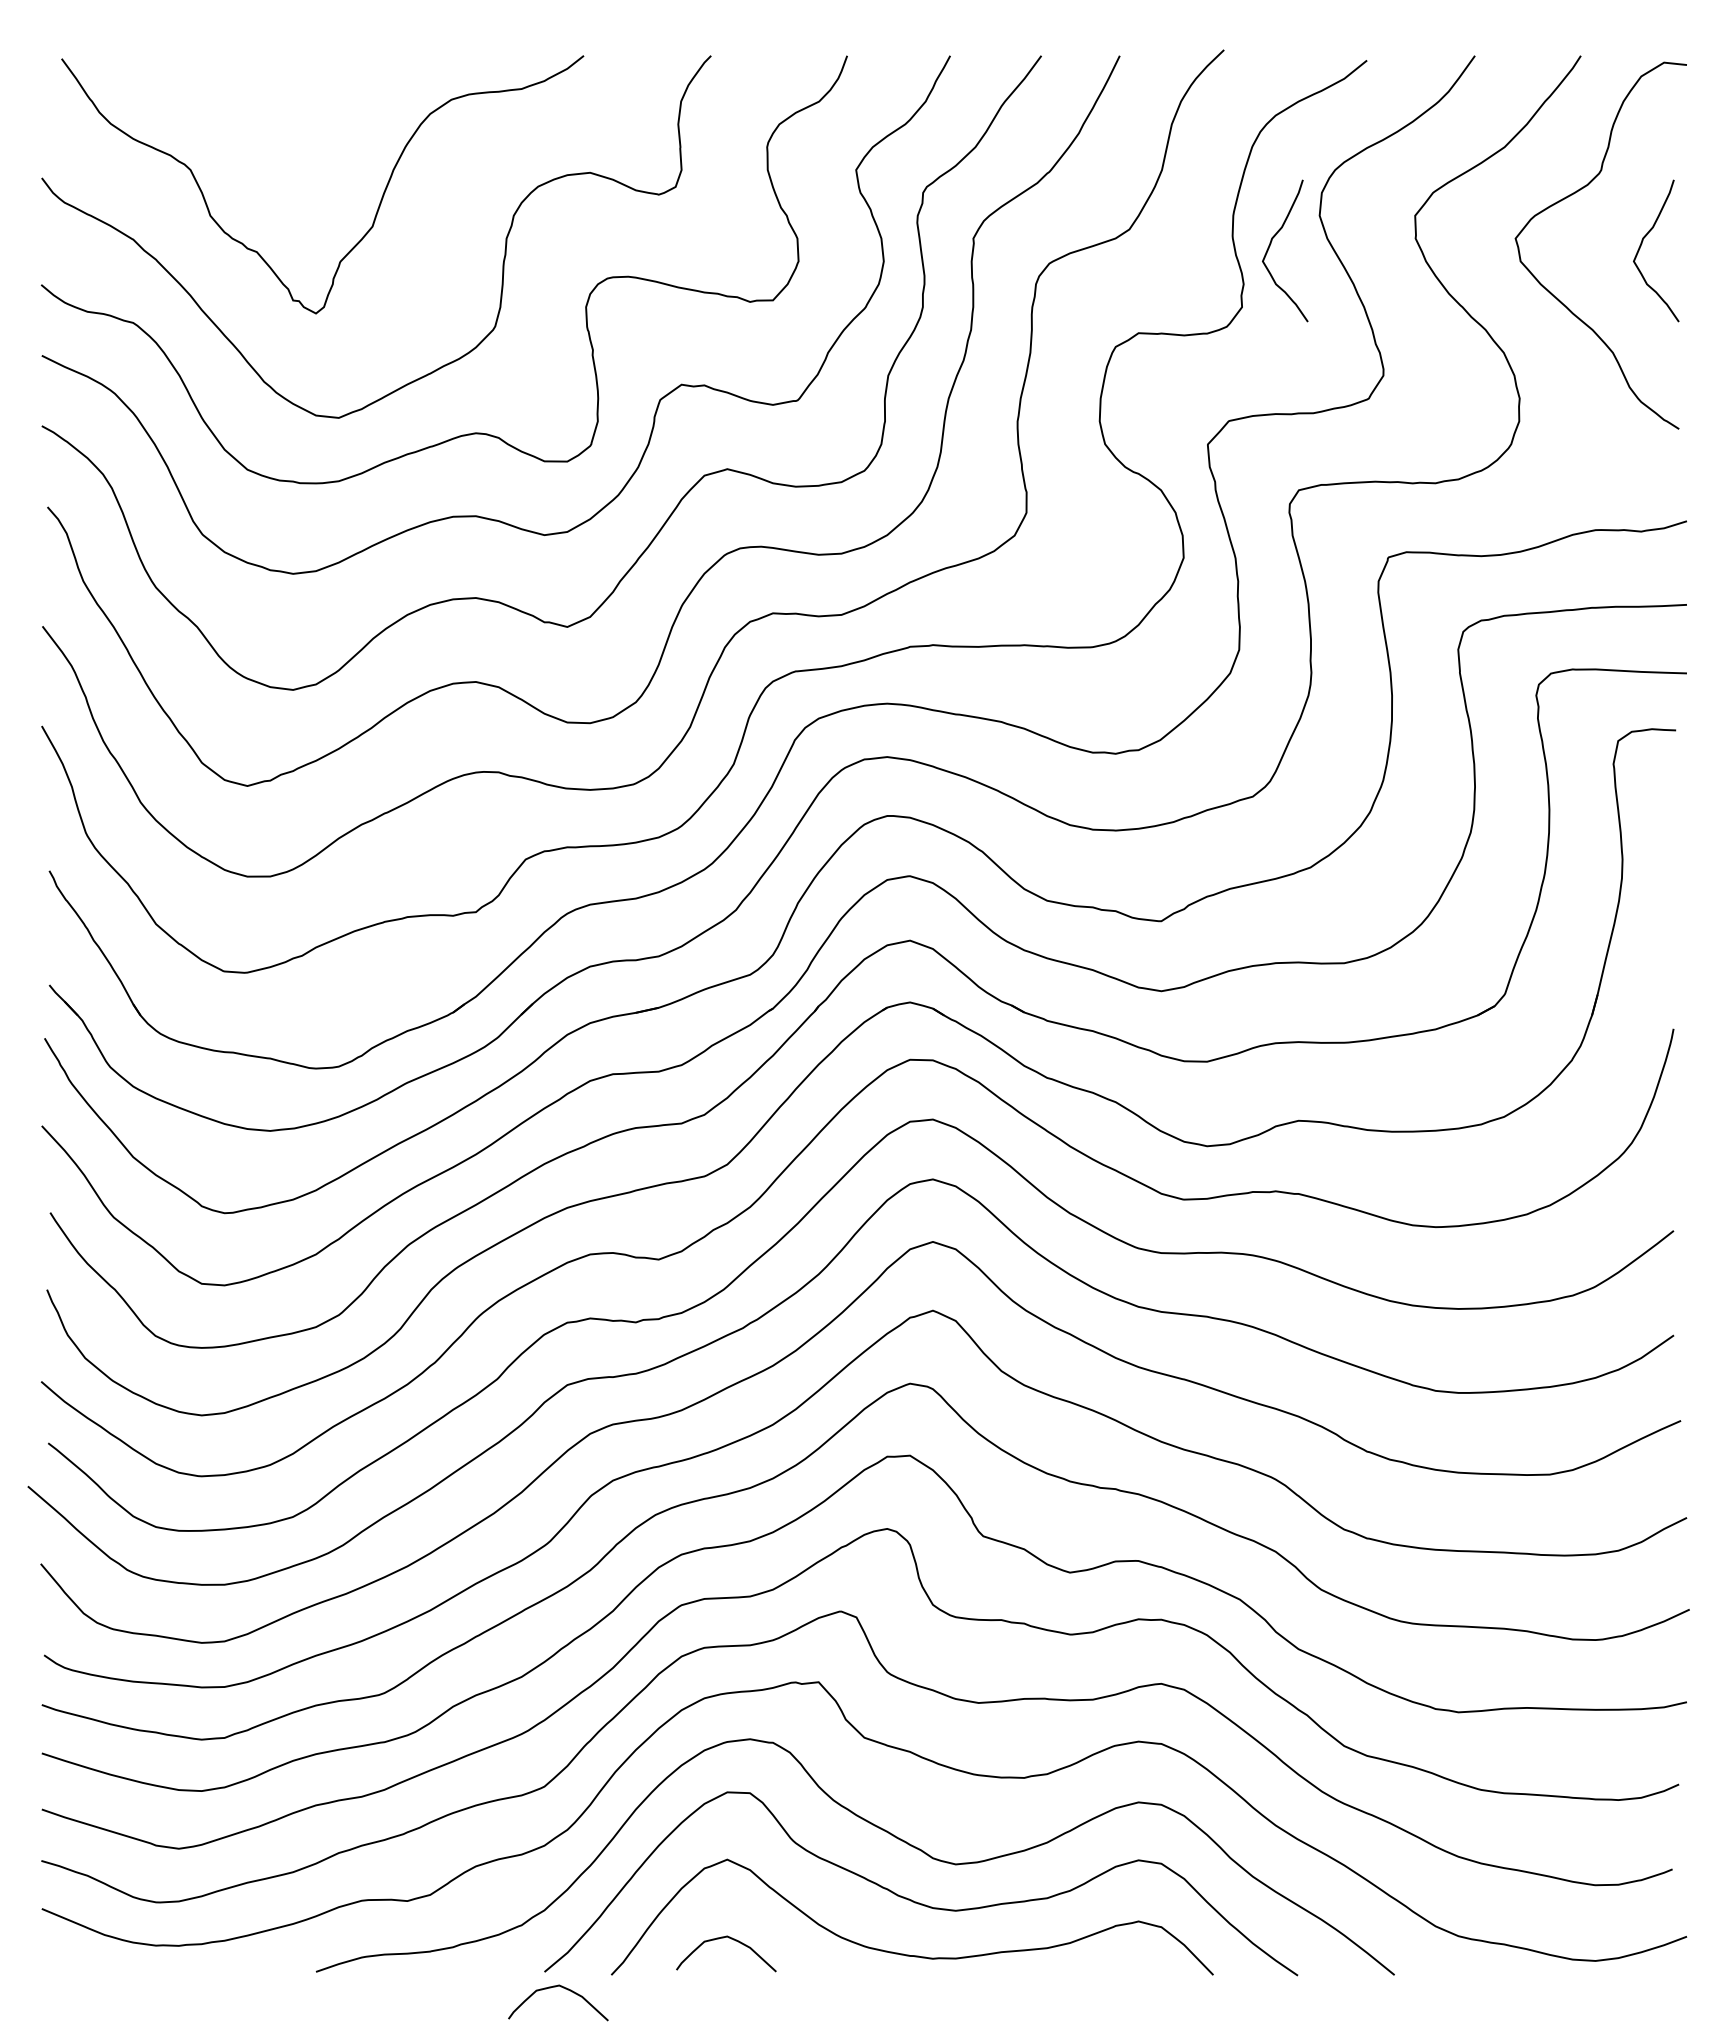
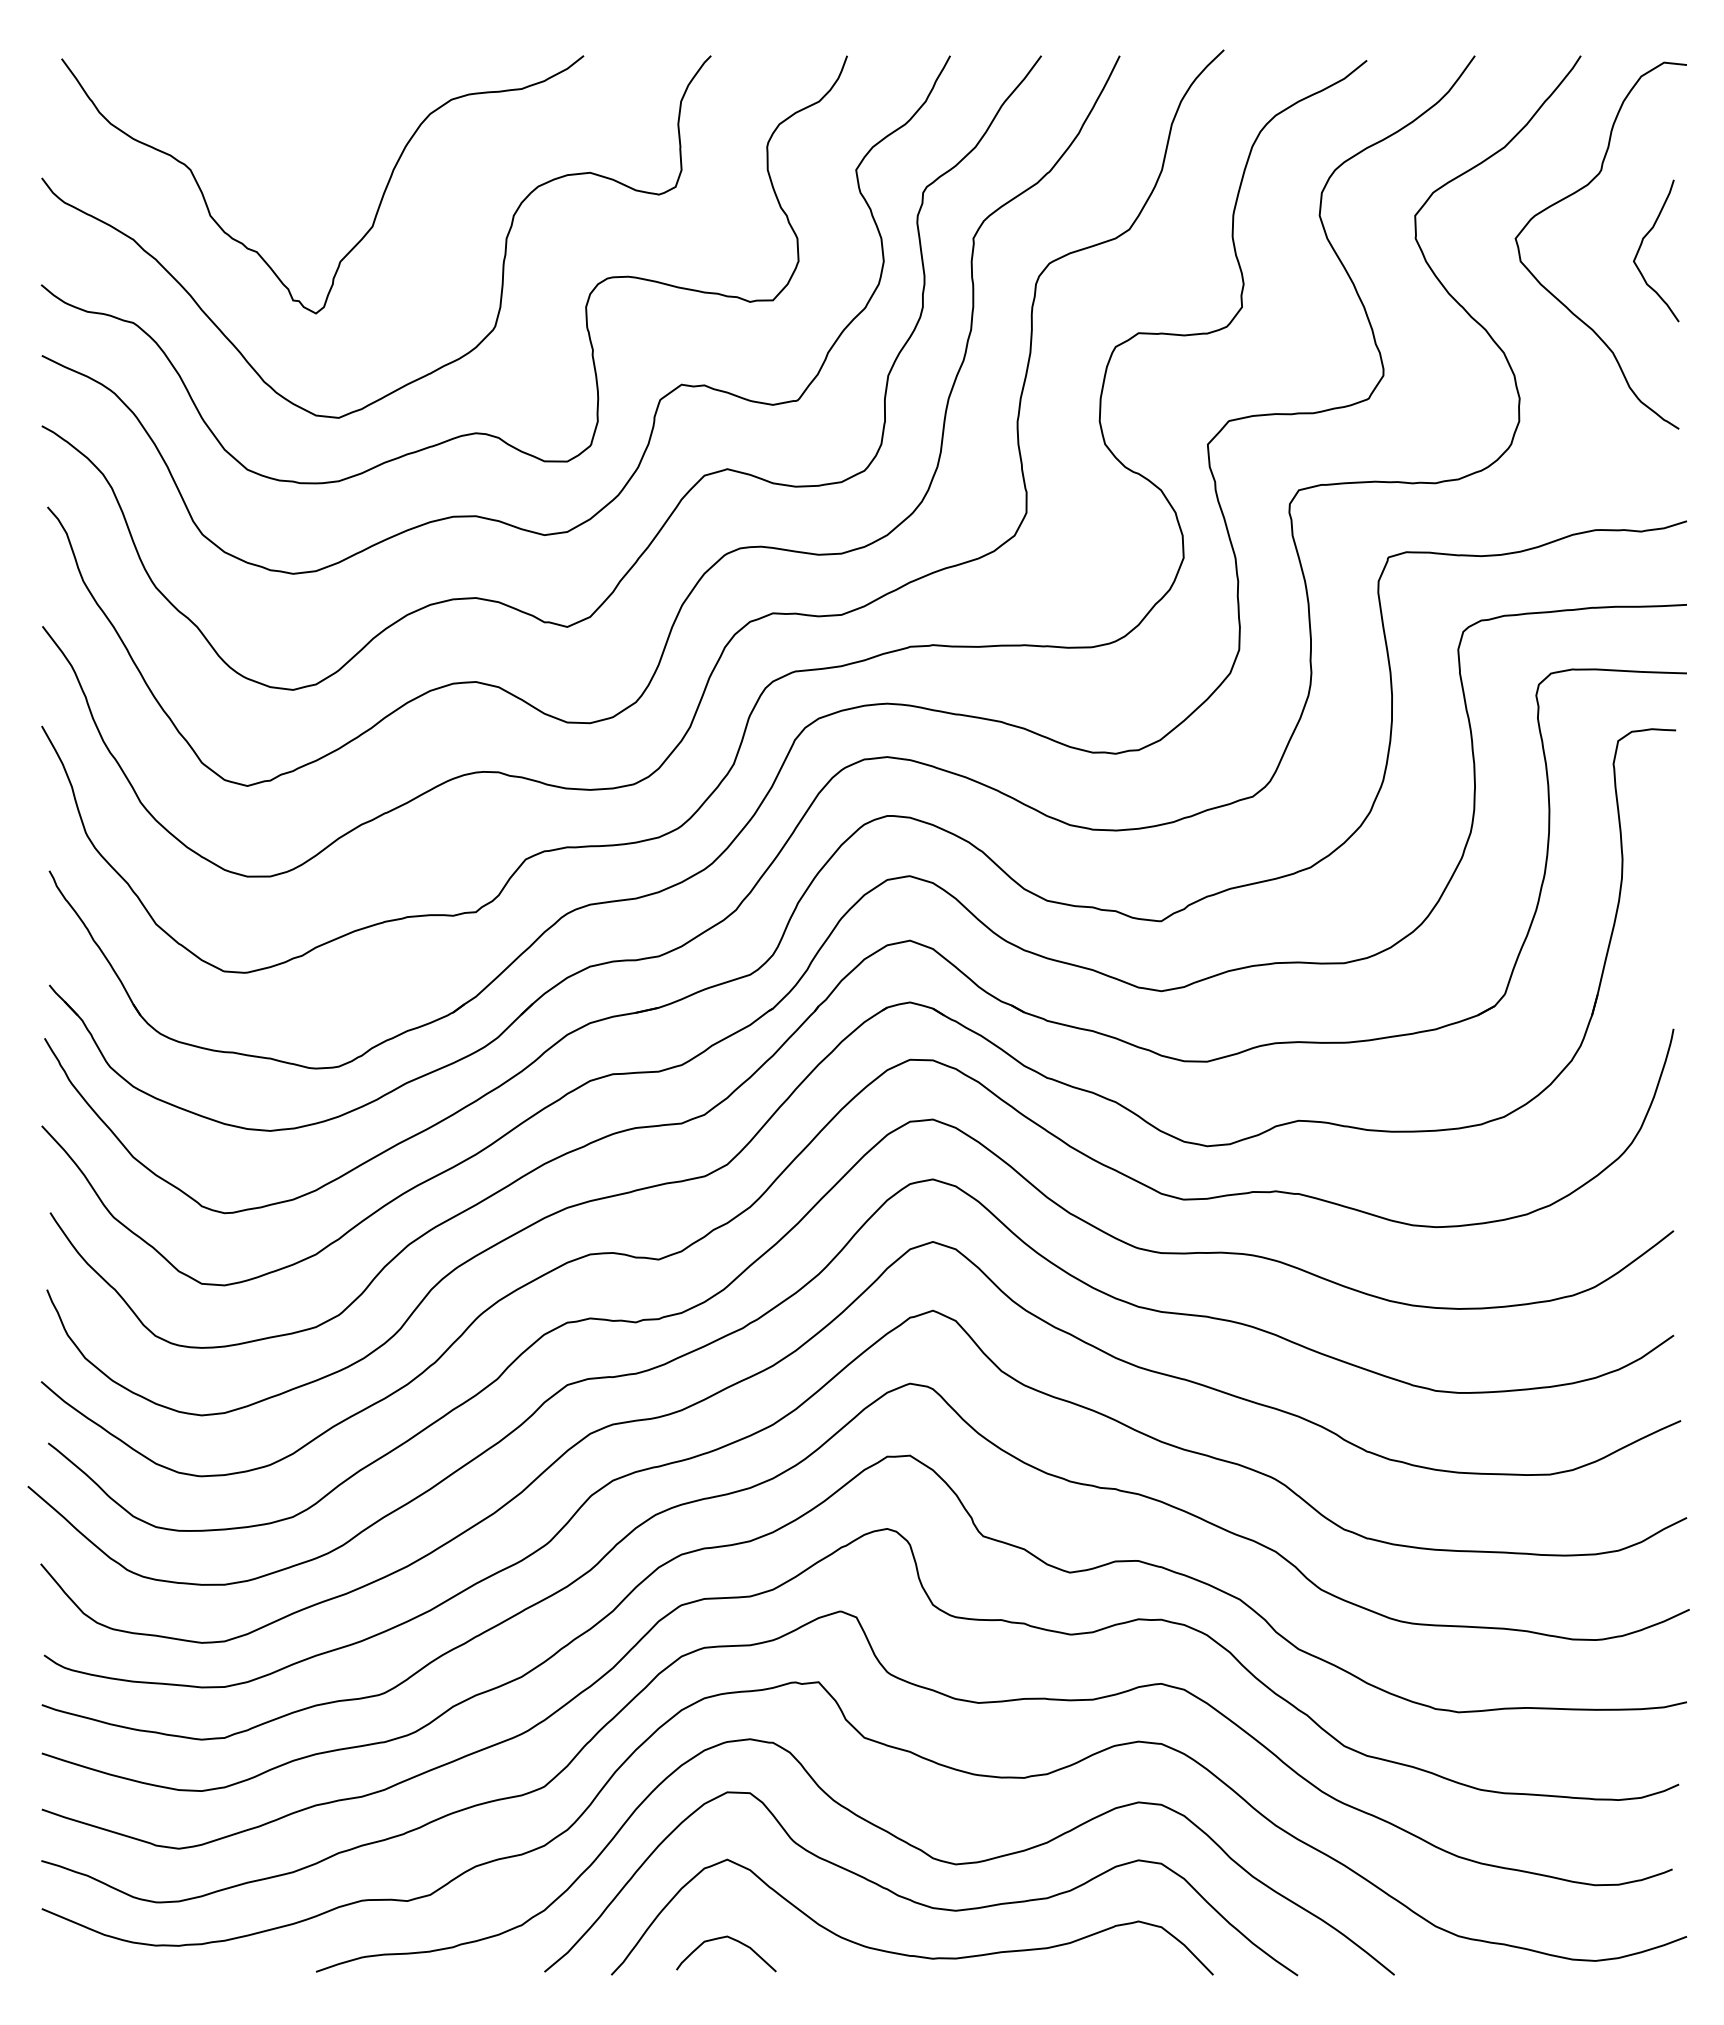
curve at (1270, 246): present -> none
curve at (565, 1989): present -> none
